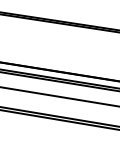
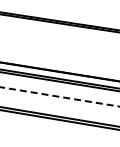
line at (59, 96): solid -> dashed
